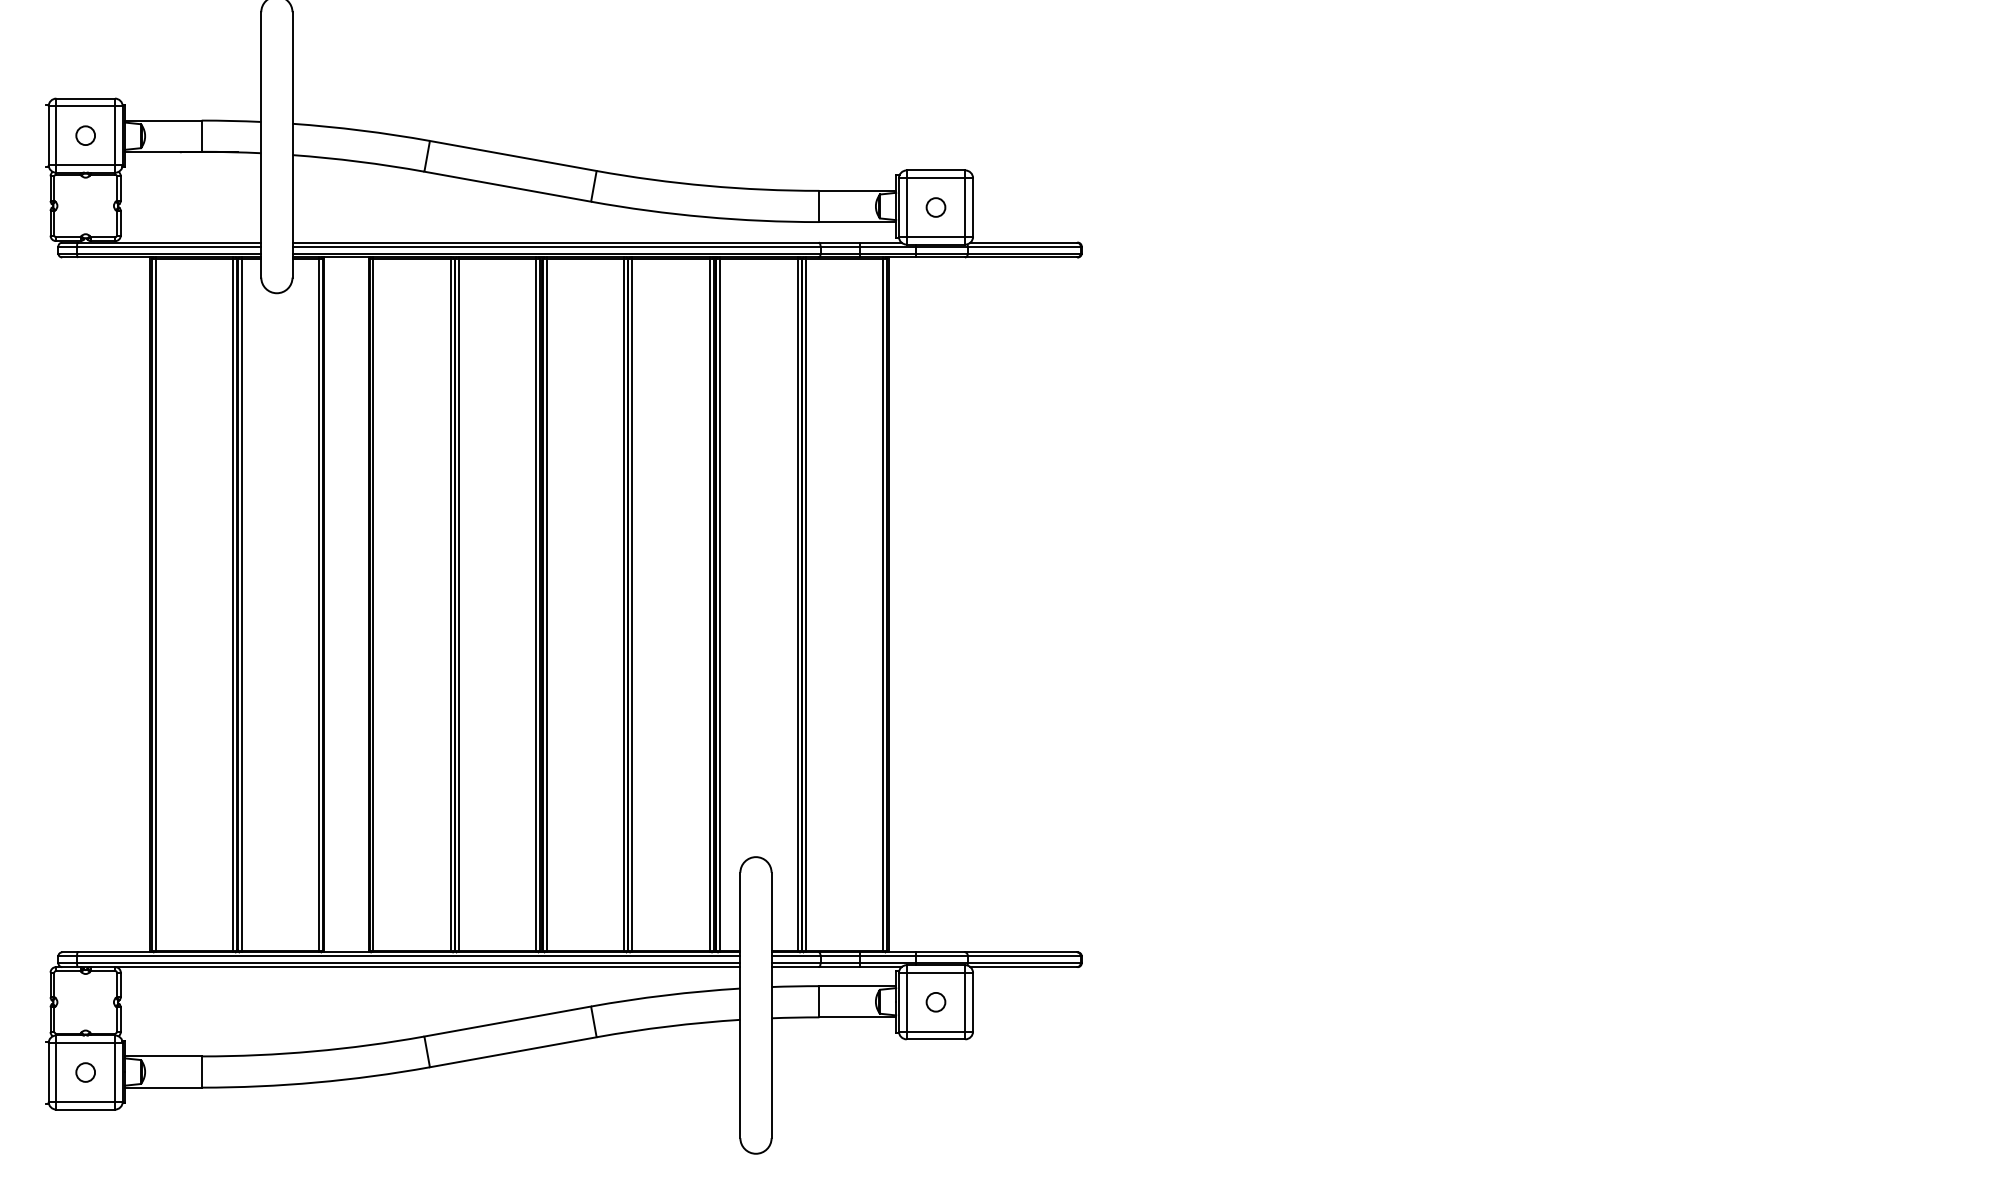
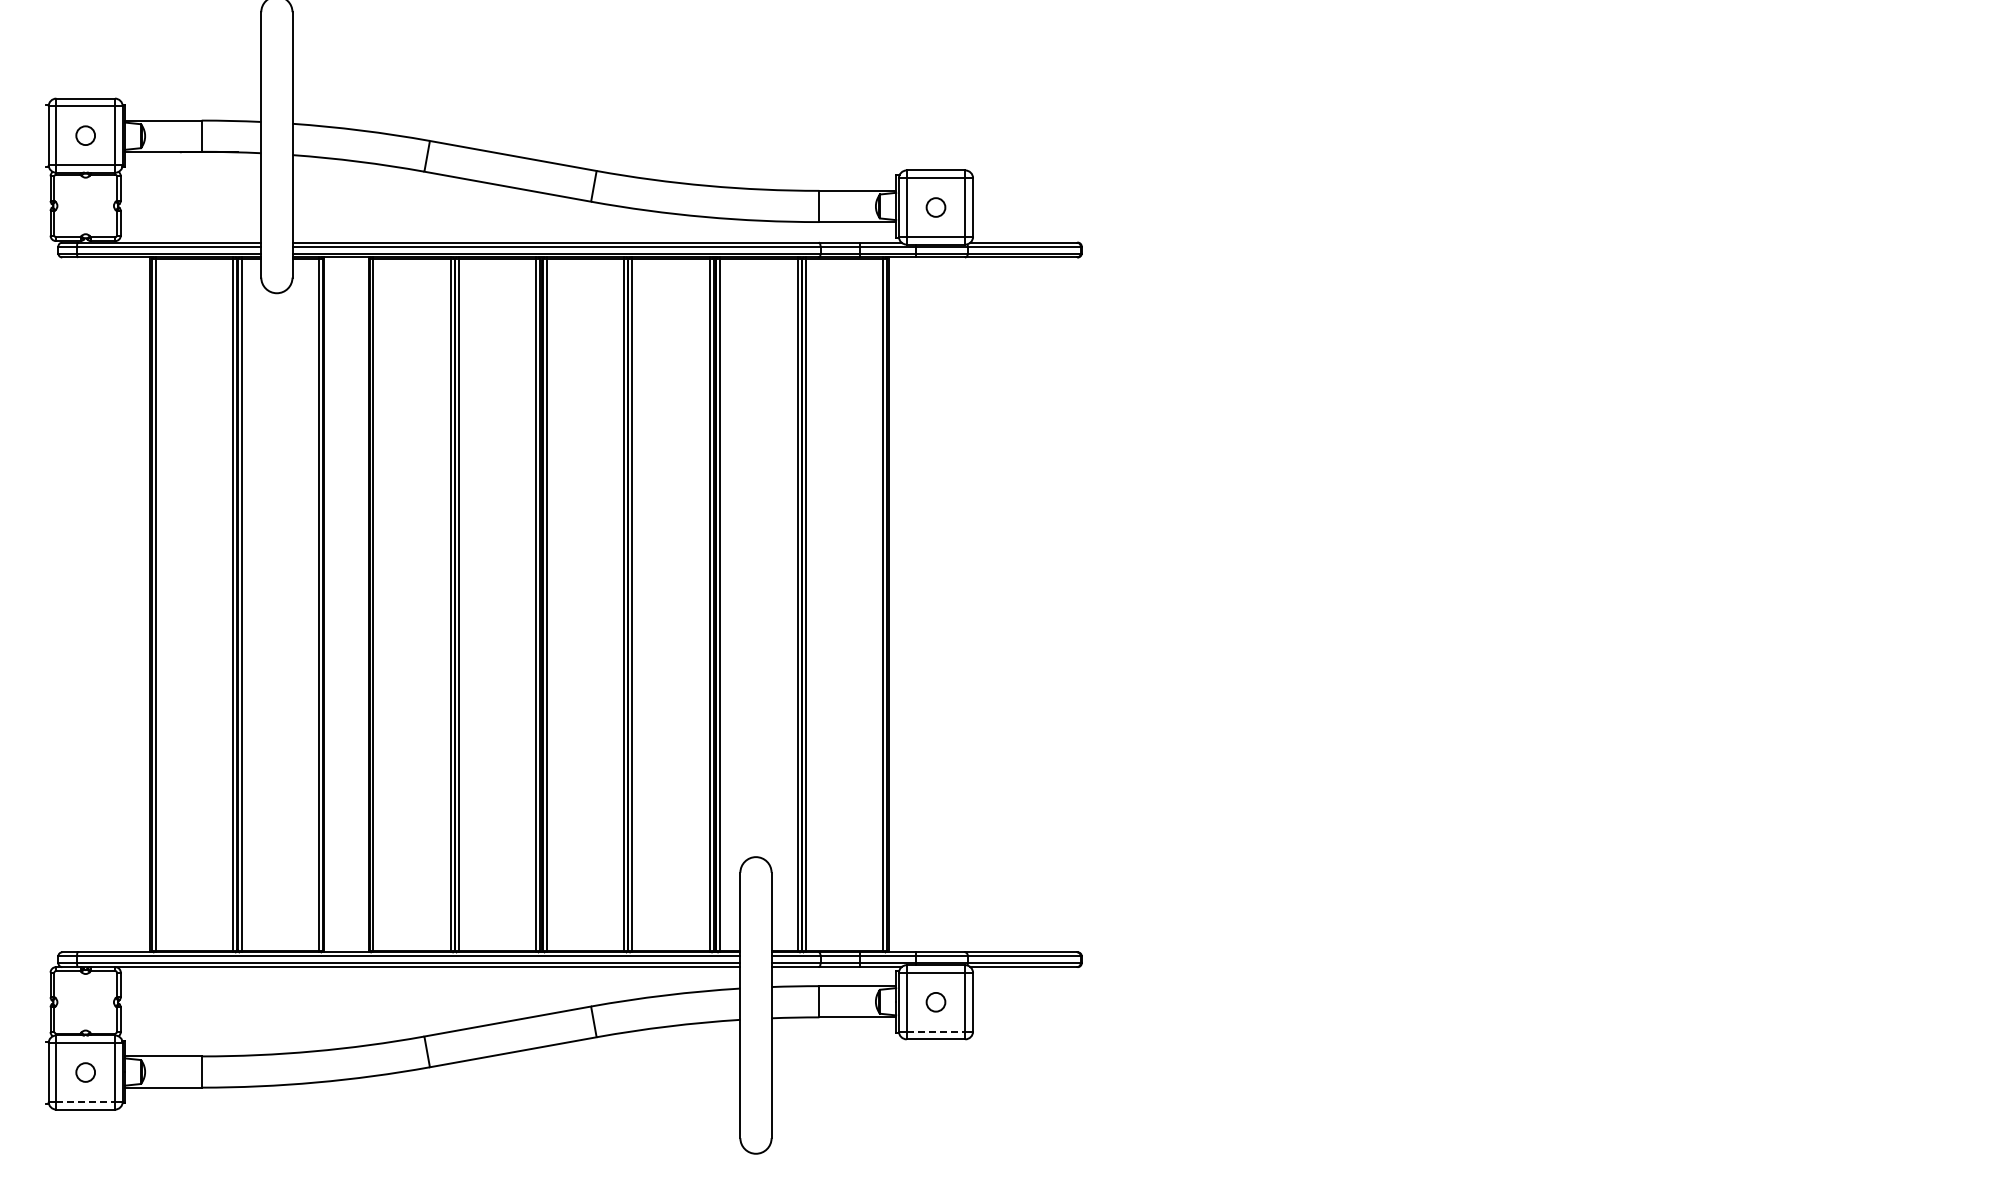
line at (936, 1031): solid -> dashed
line at (86, 1101): solid -> dashed
